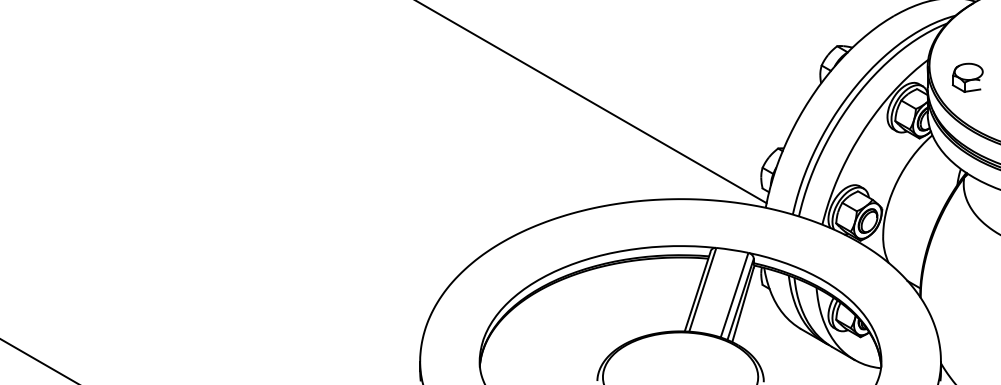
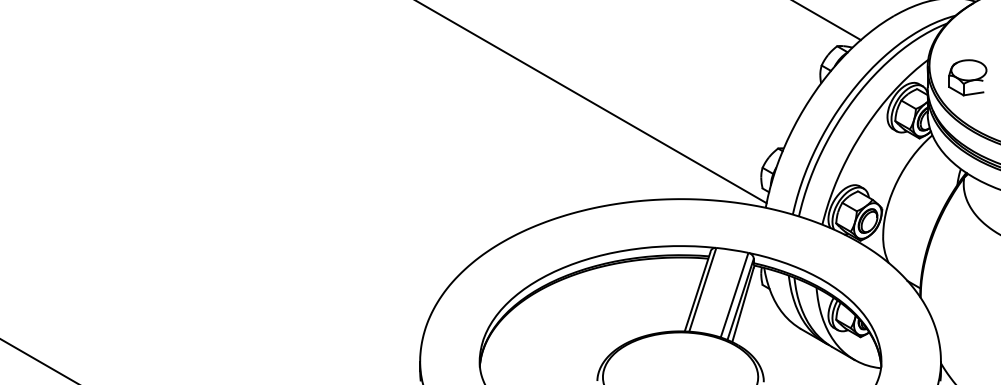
line at (827, 21): none -> present
part at (967, 77) size: 33x31 px -> 40x38 px
